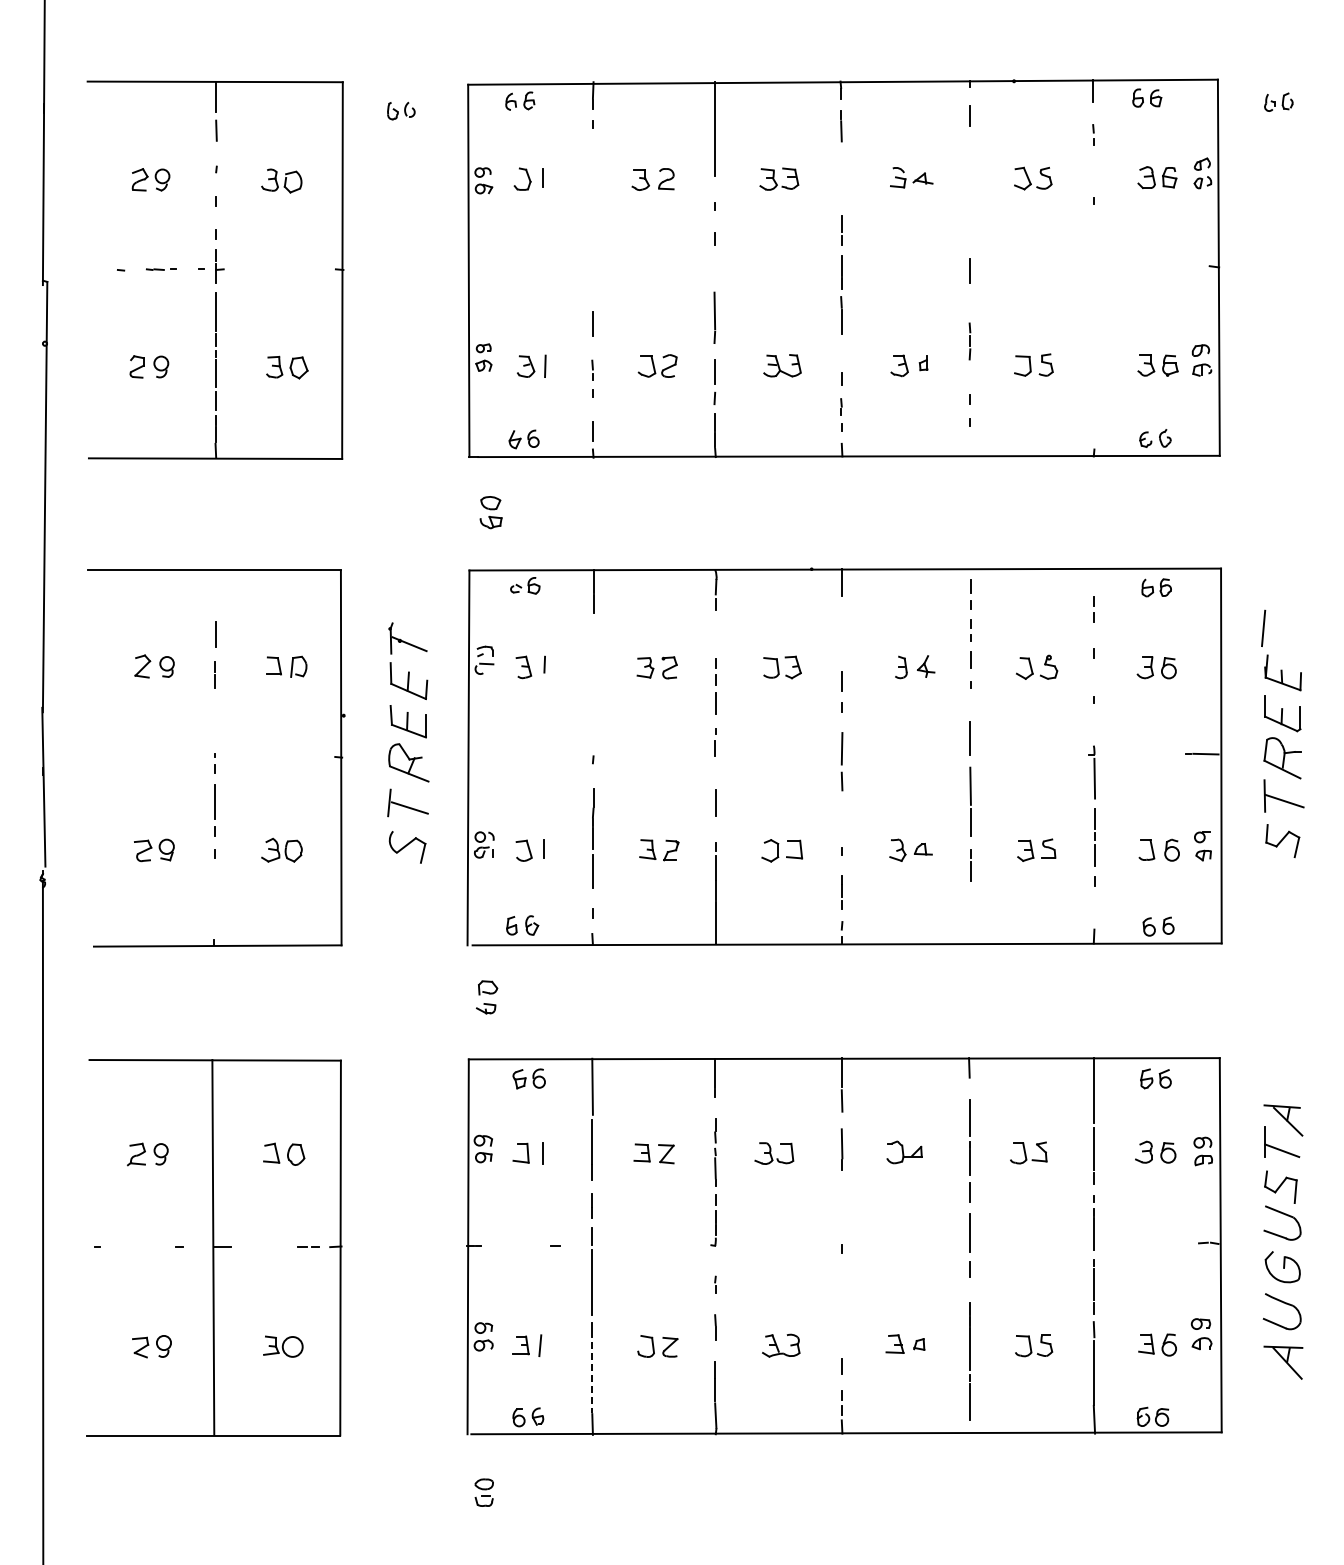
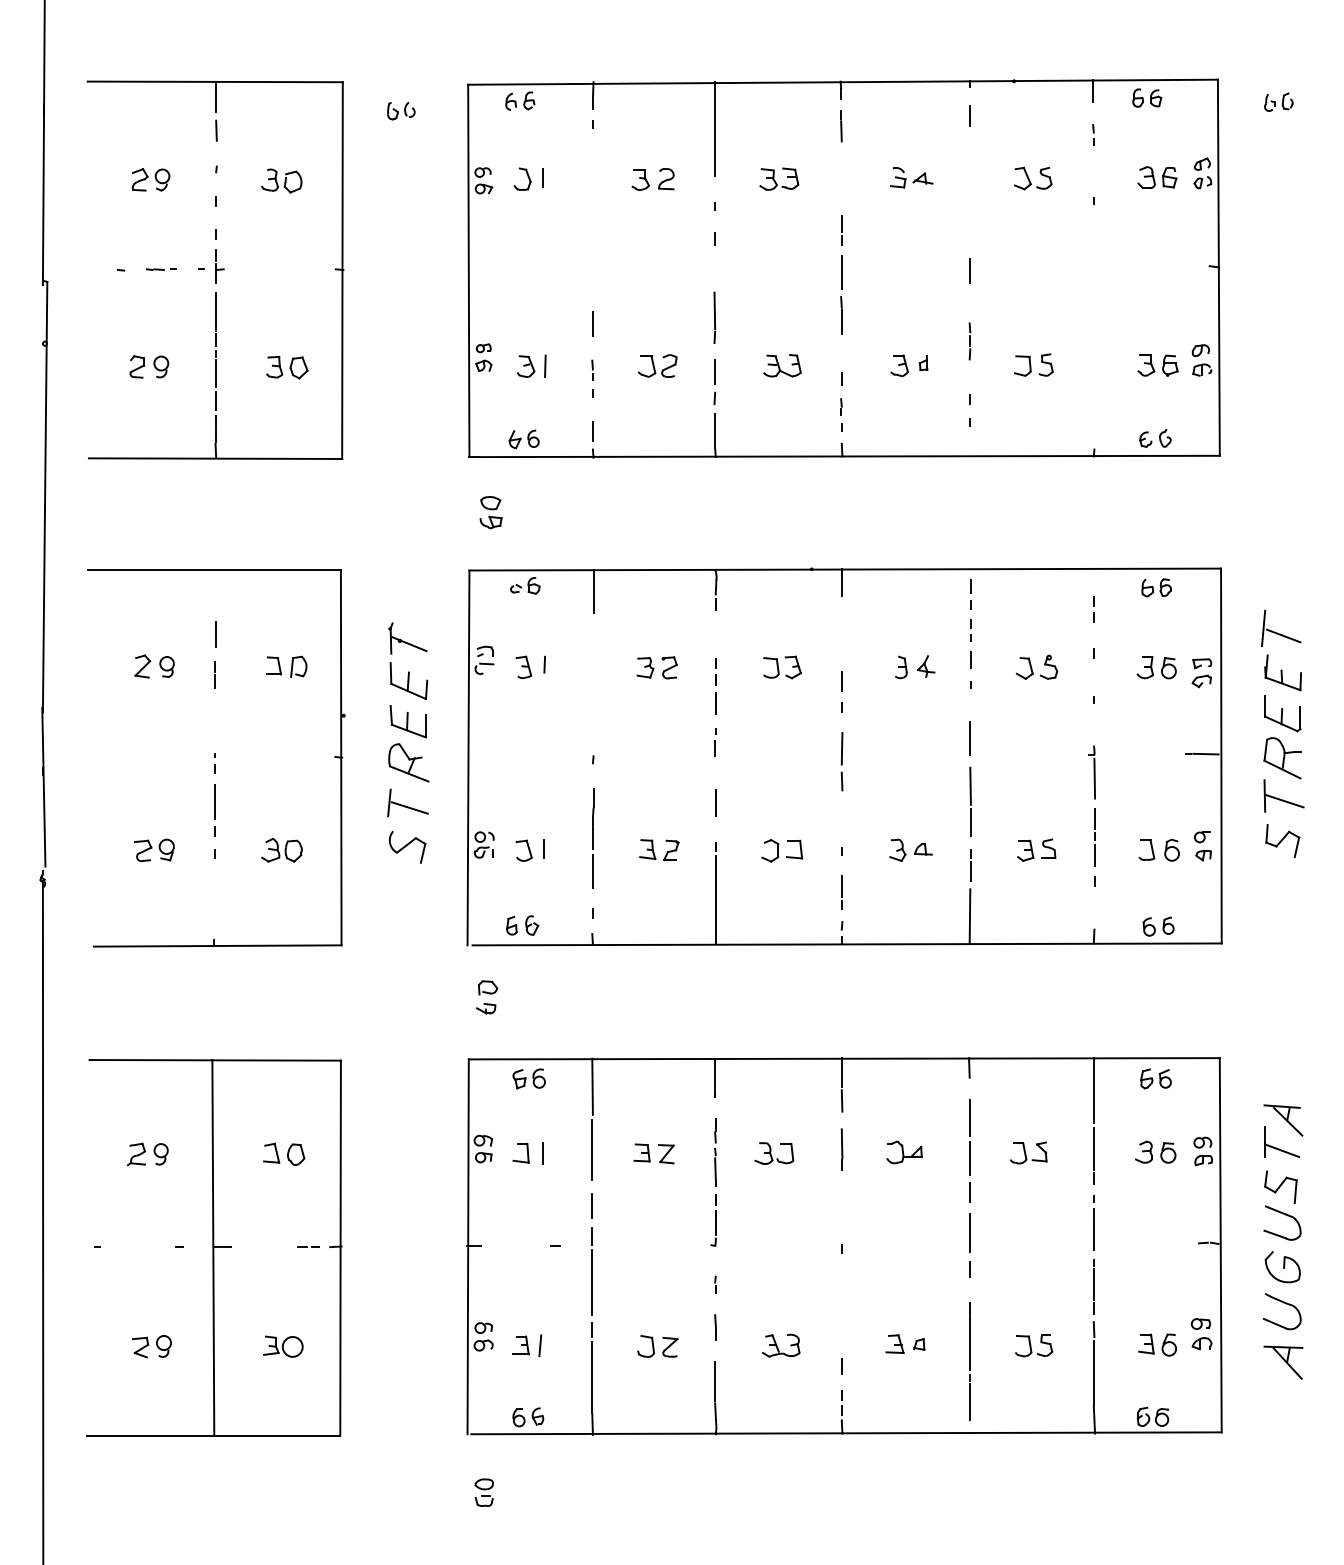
line at (1283, 635): none -> present
part at (1201, 673): none -> present
line at (969, 916): none -> present
line at (592, 1378): dashed -> solid
